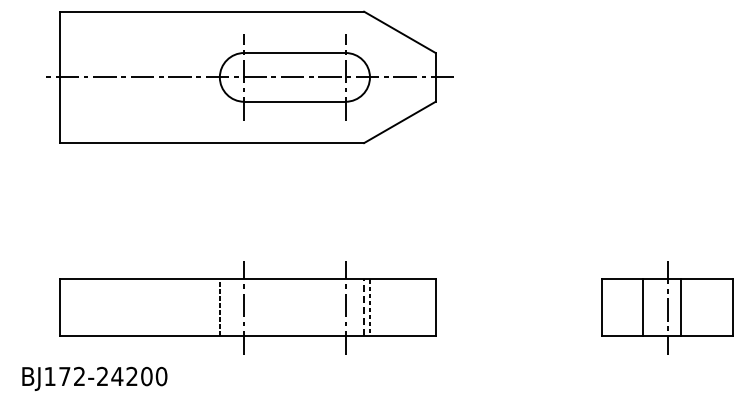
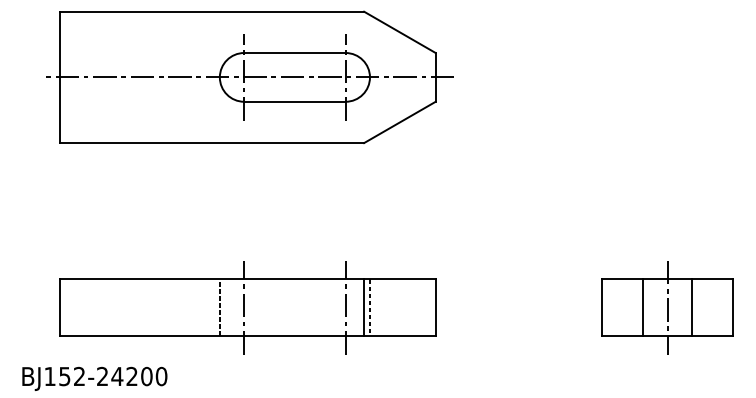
line at (364, 307): dashed -> solid
line at (681, 307) position: (681, 307) -> (692, 307)
text at (64, 376): BJ172-24200 -> BJ152-24200
